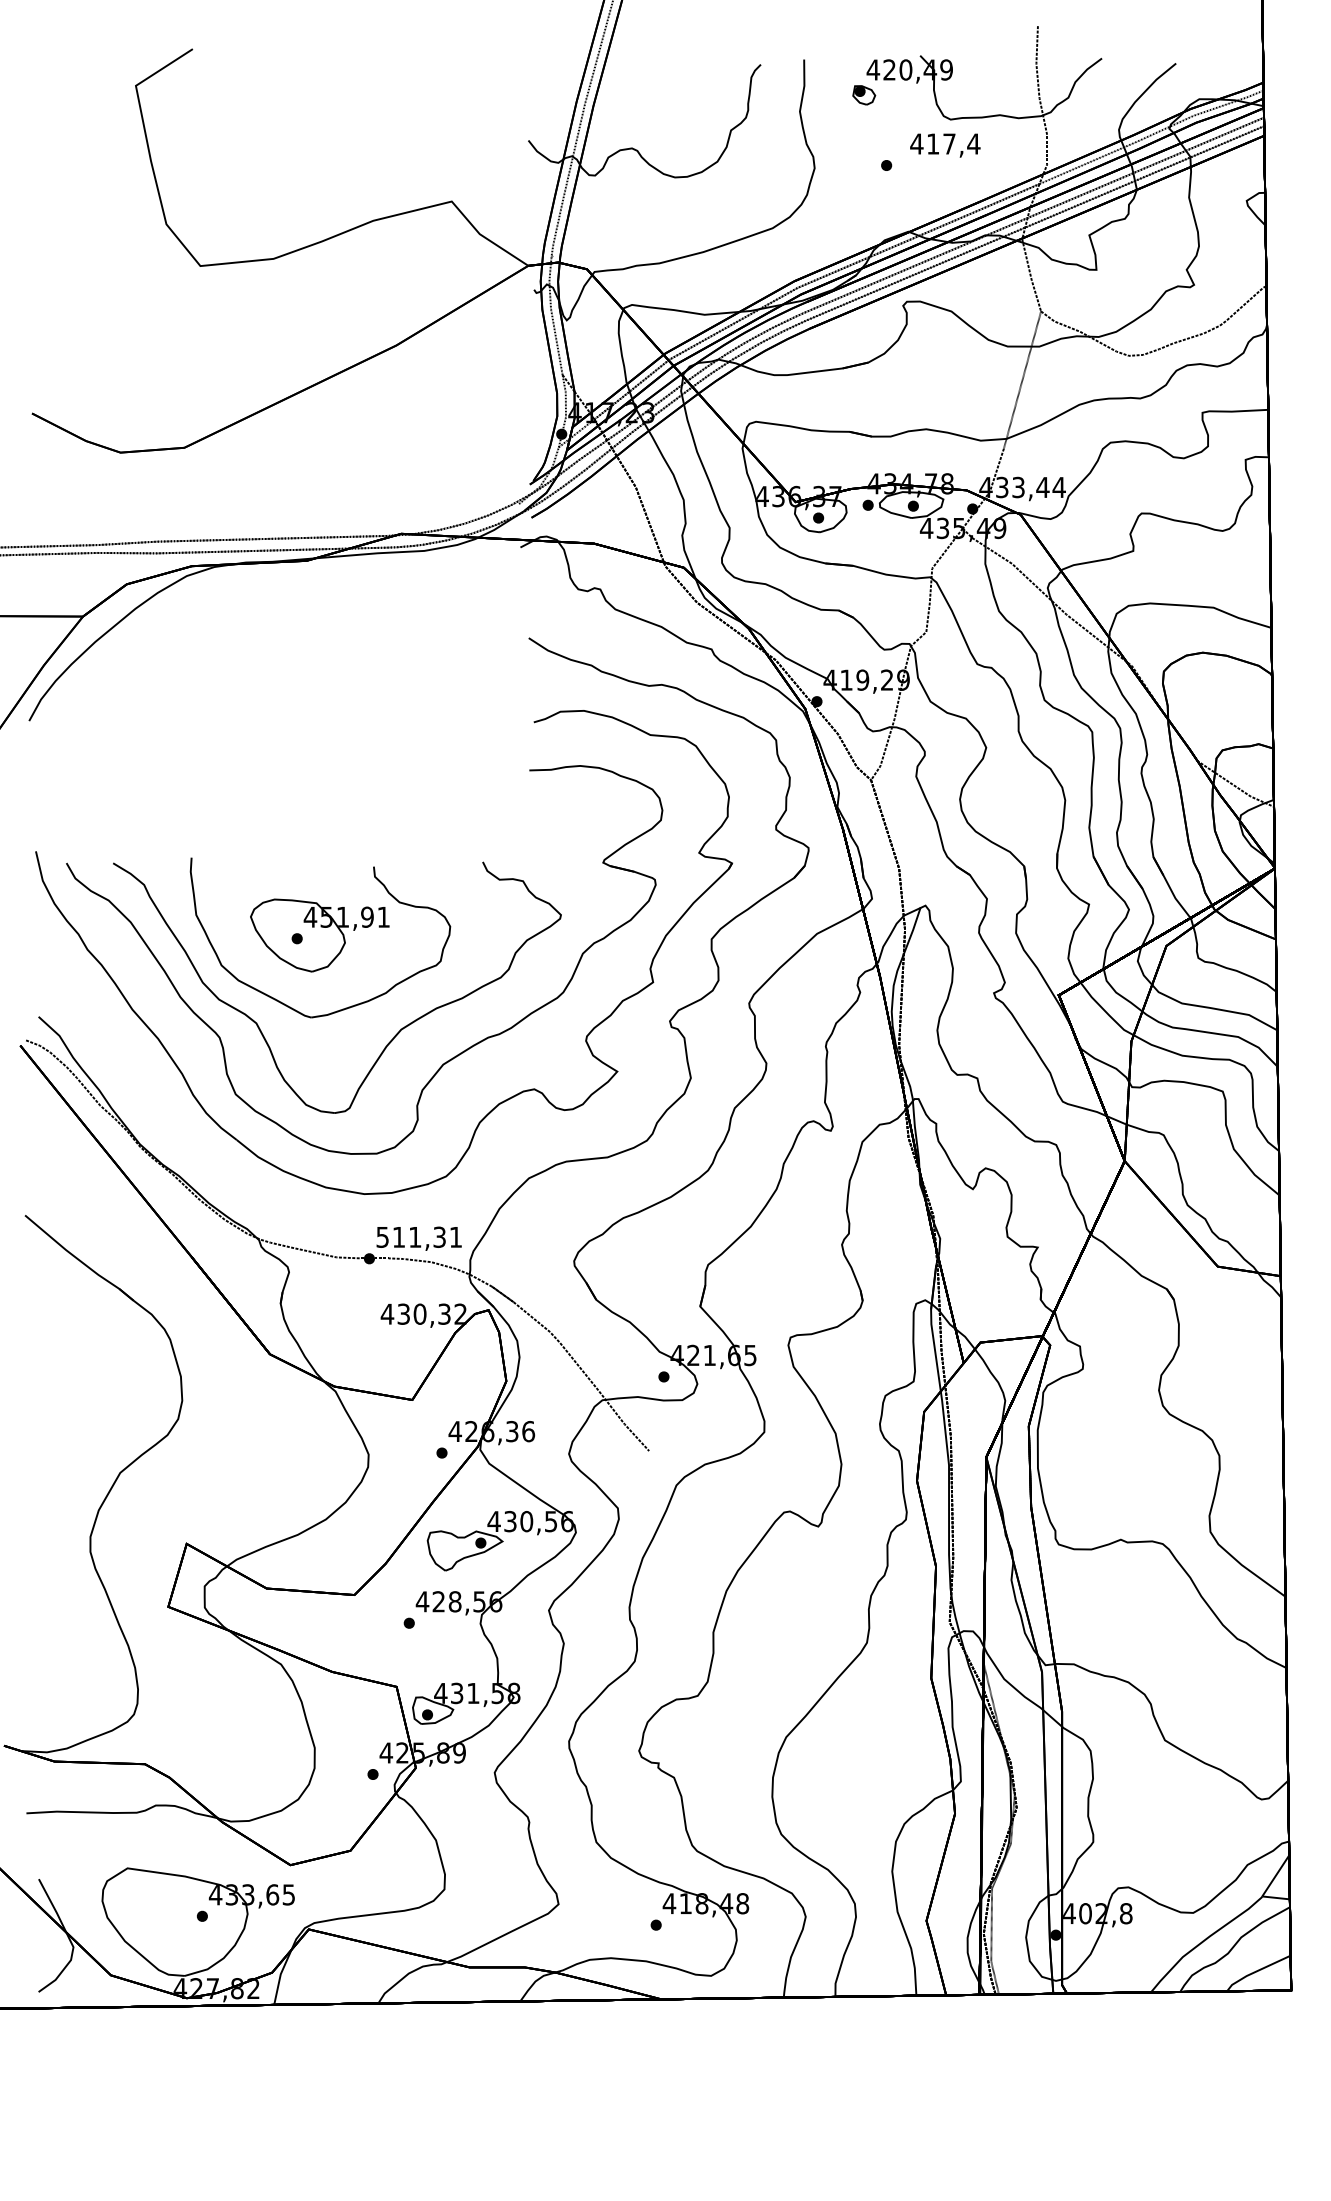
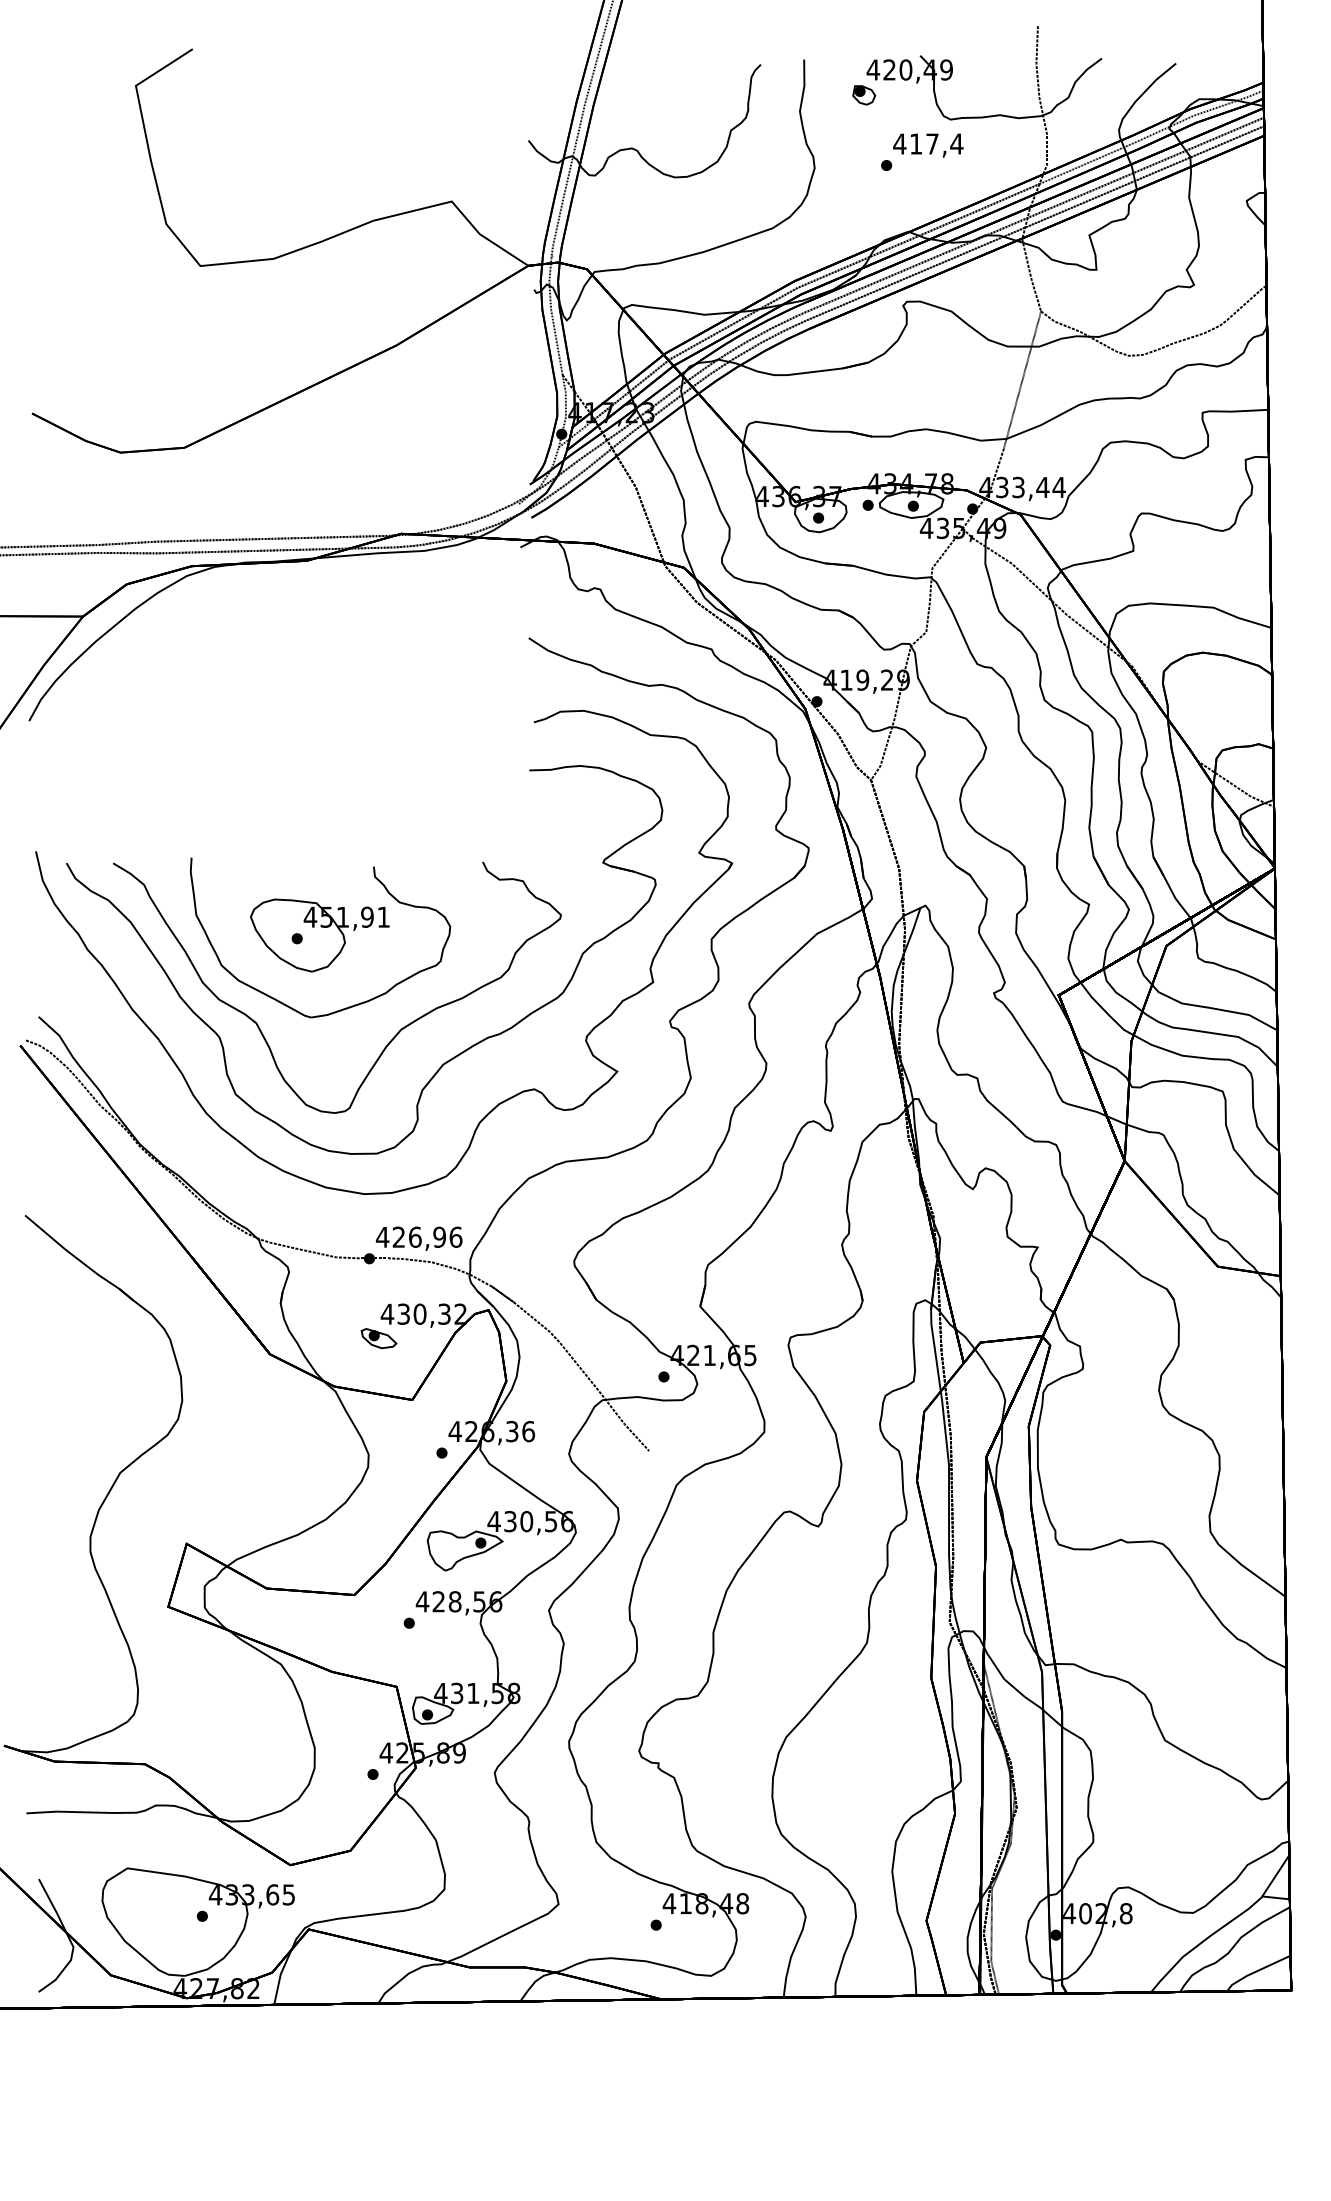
text at (945, 145) position: (945, 145) -> (928, 145)
text at (418, 1236): 511,31 -> 426,96
part at (378, 1338): none -> present
